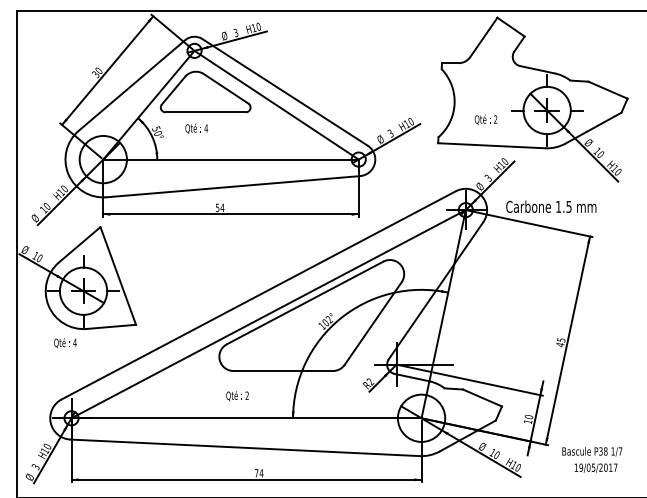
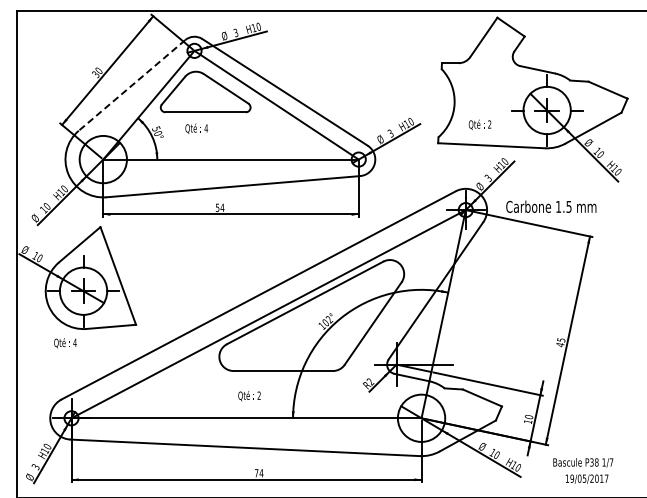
line at (132, 85): solid -> dashed
text at (485, 119) position: (485, 119) -> (479, 124)
text at (237, 396) position: (237, 396) -> (249, 396)
text at (592, 459) position: (592, 459) -> (583, 470)
